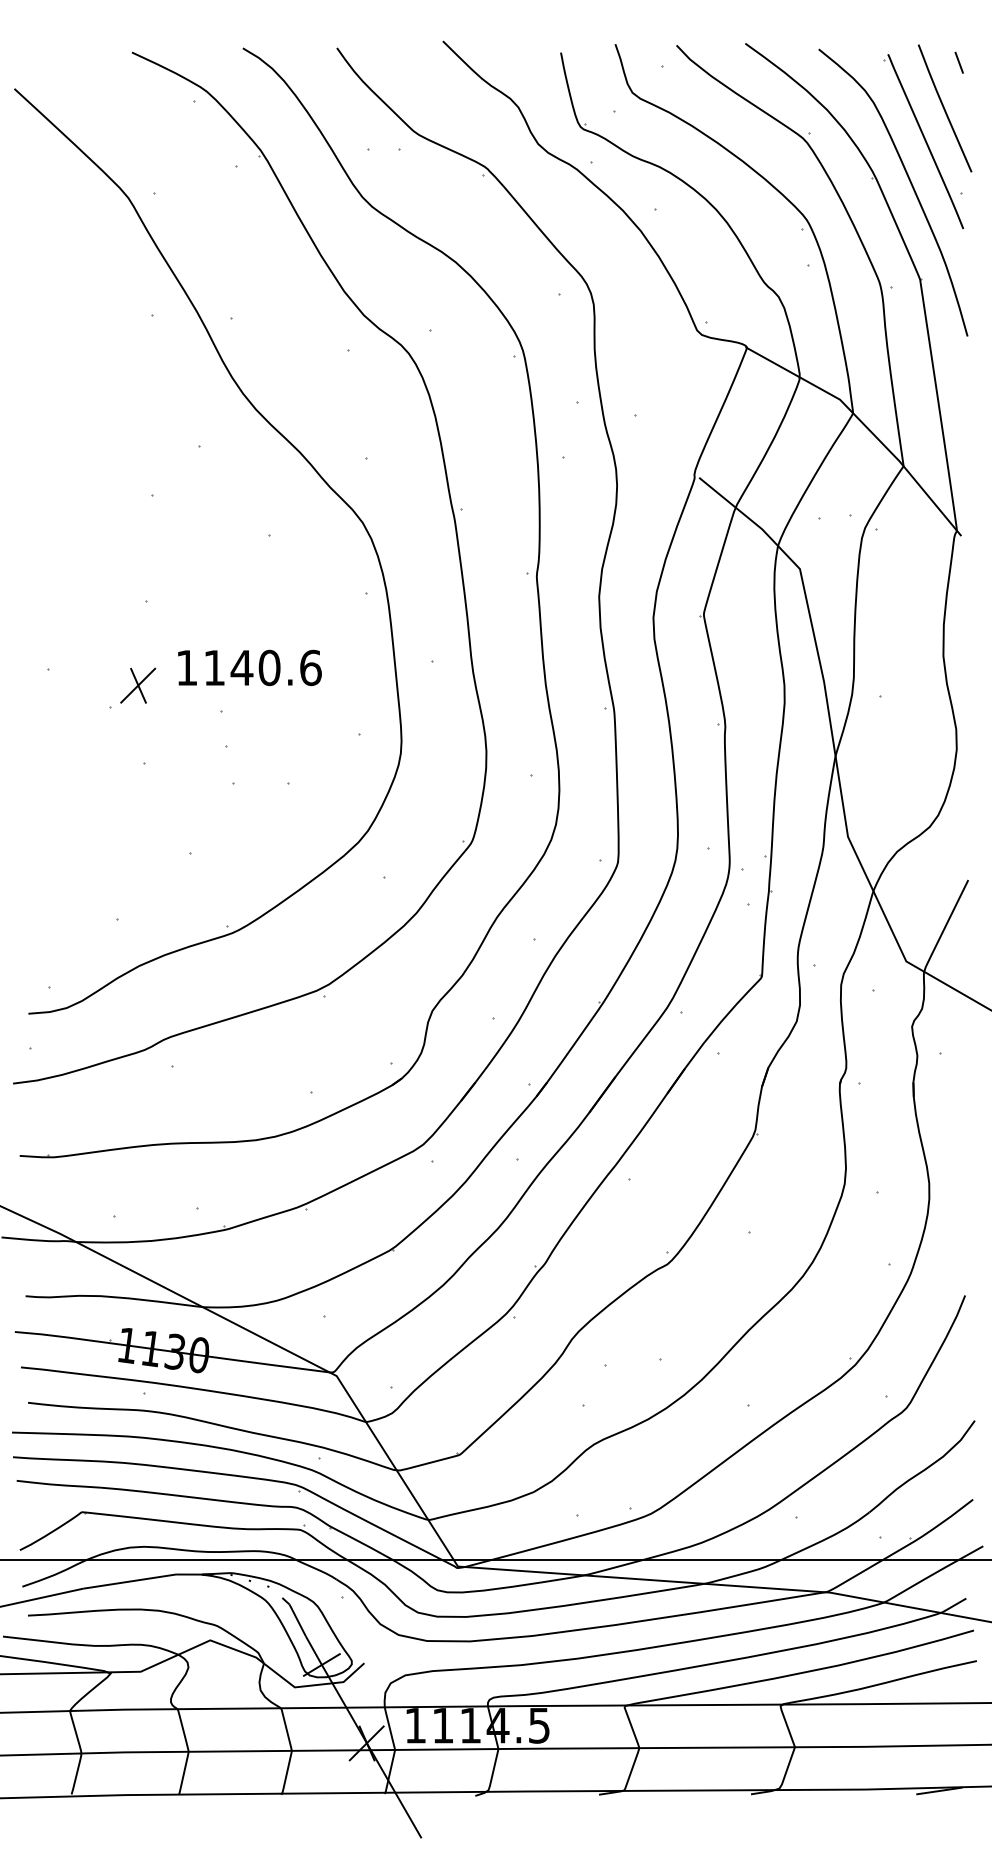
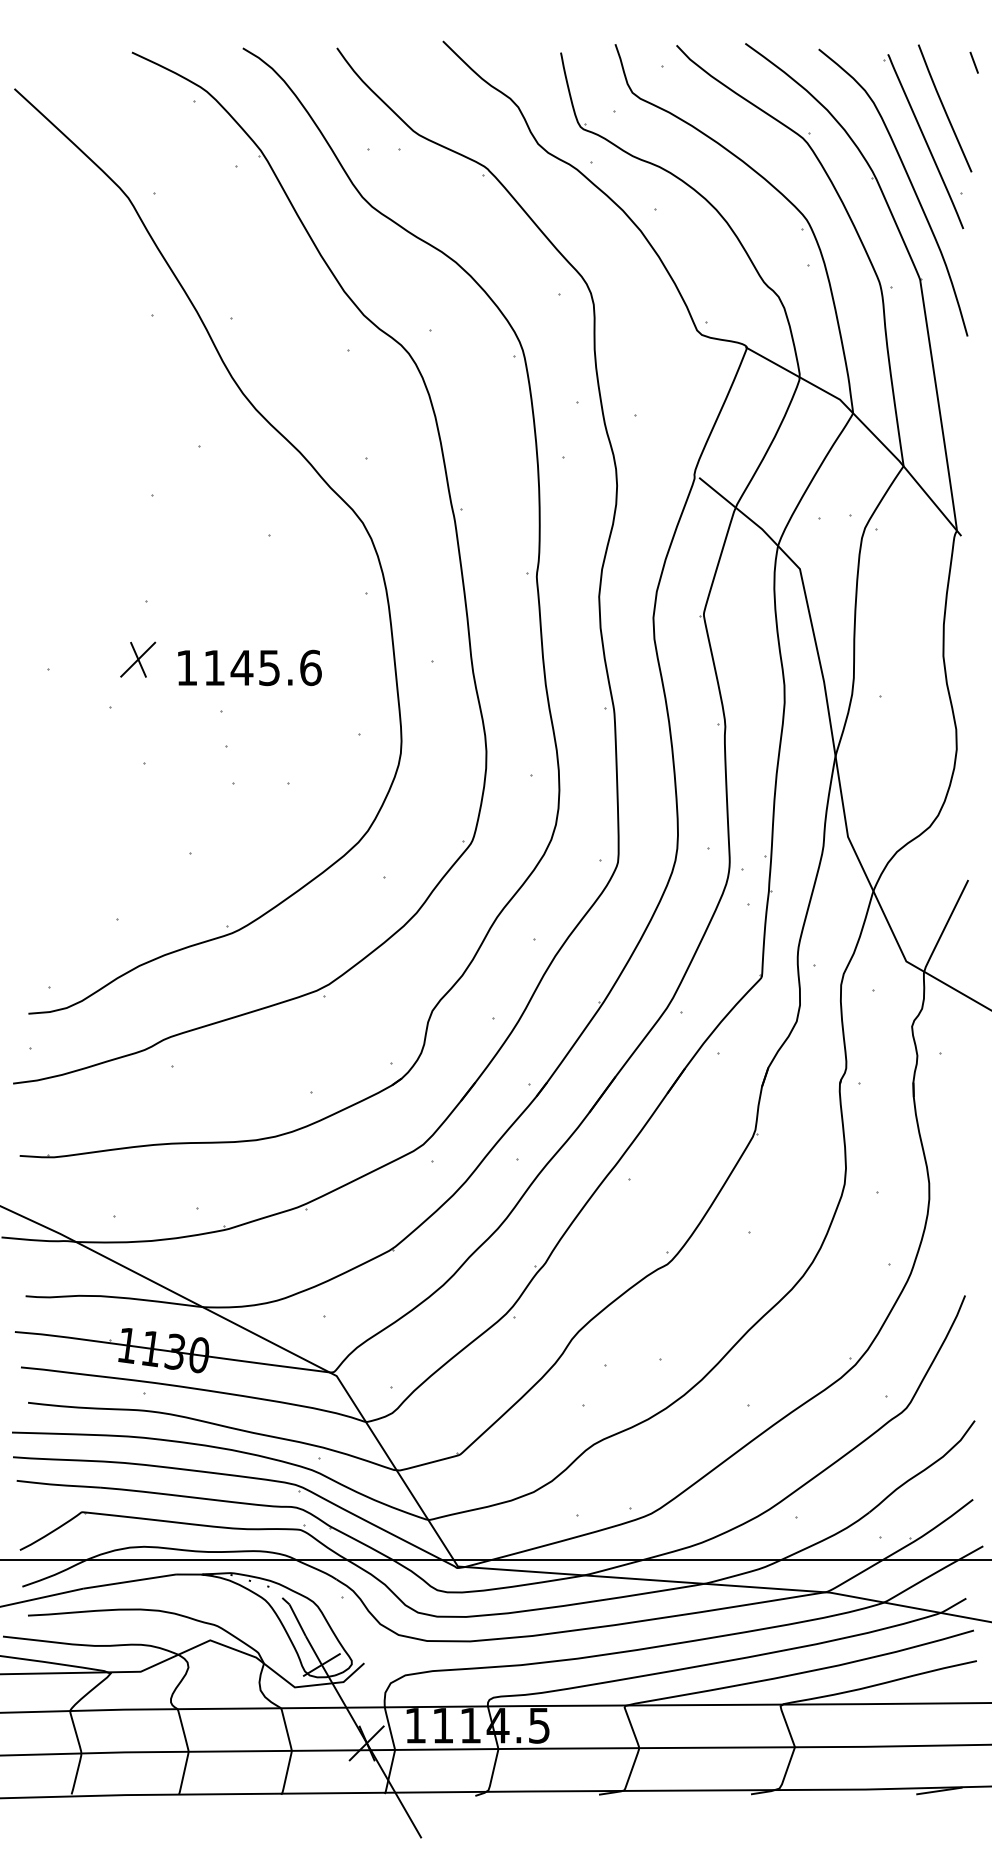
line at (958, 62) position: (958, 62) -> (973, 62)
text at (269, 667): 1140.6 -> 1145.6
part at (138, 685) position: (138, 685) -> (138, 659)
